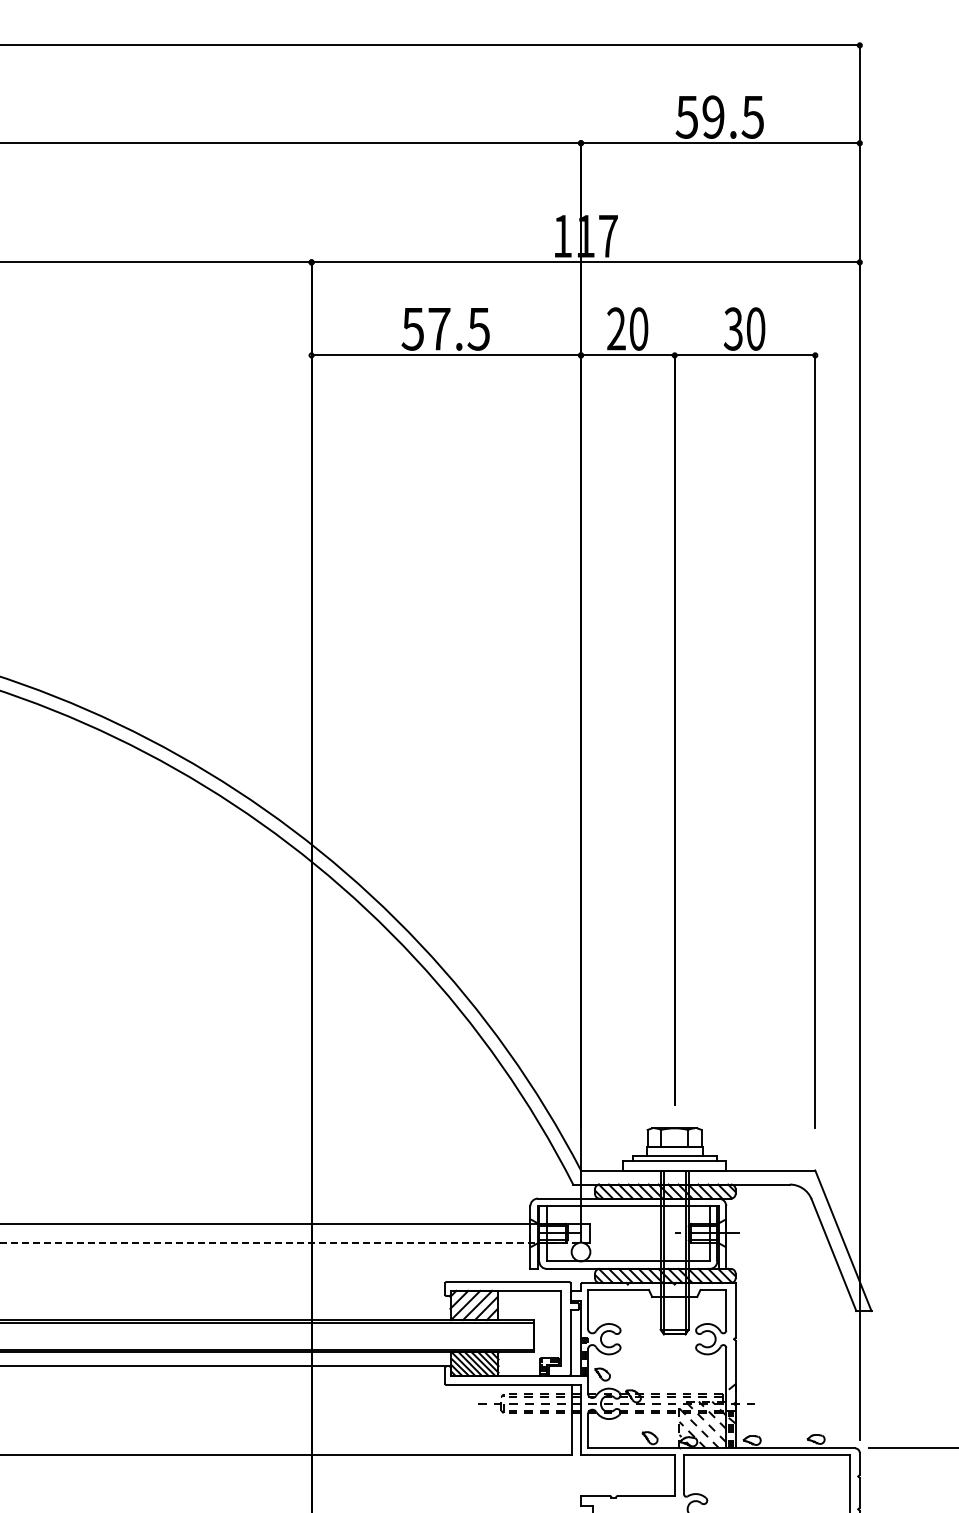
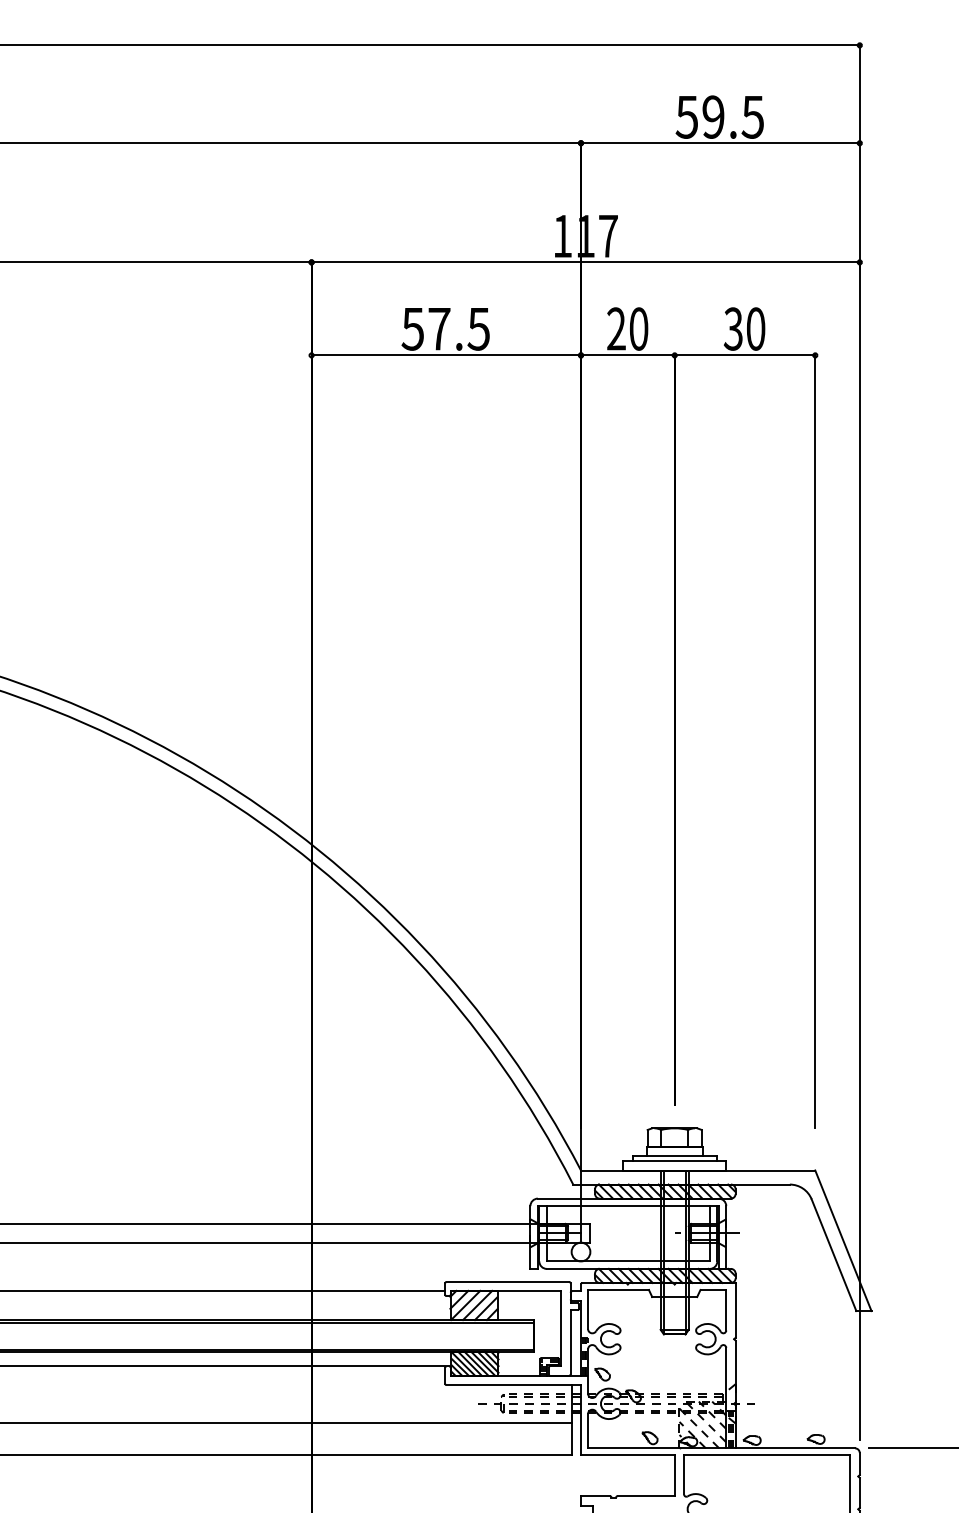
line at (295, 1242): dashed -> solid
line at (223, 1291): none -> present
line at (286, 1422): none -> present
